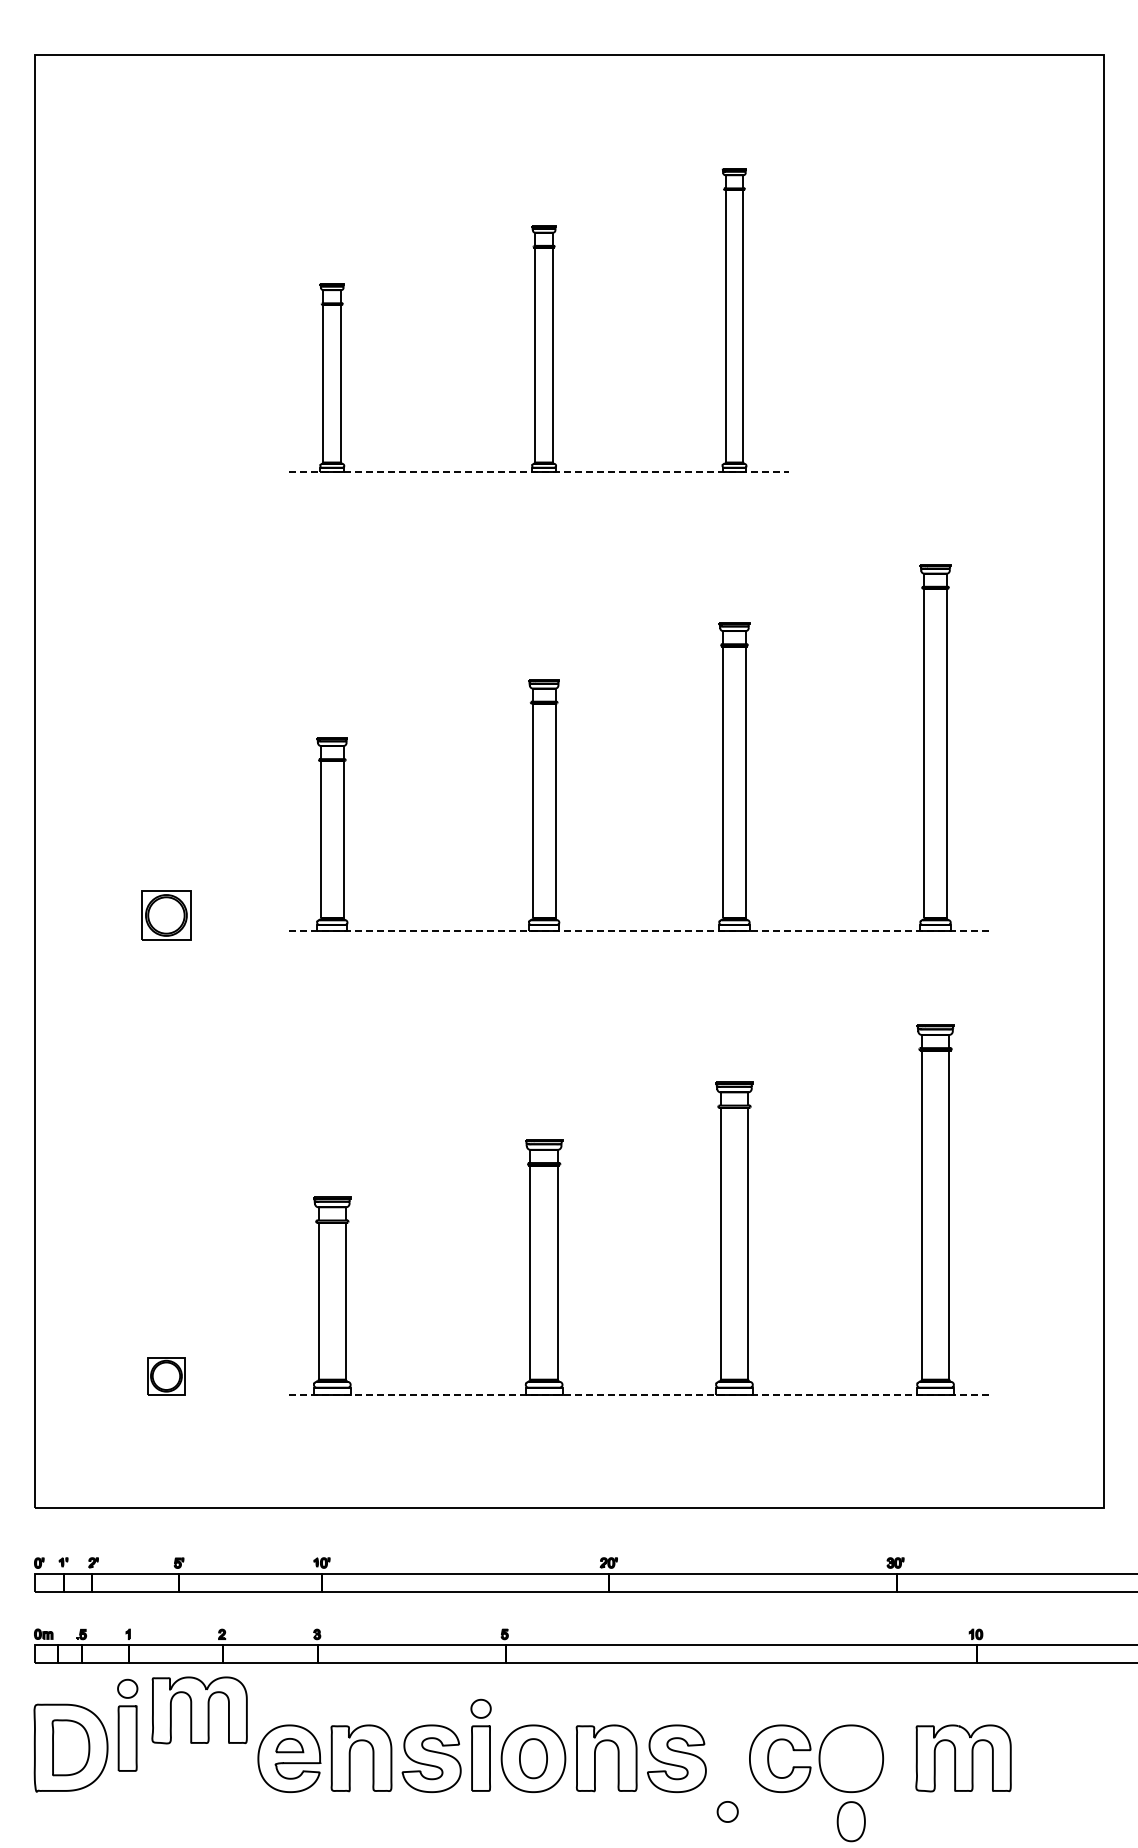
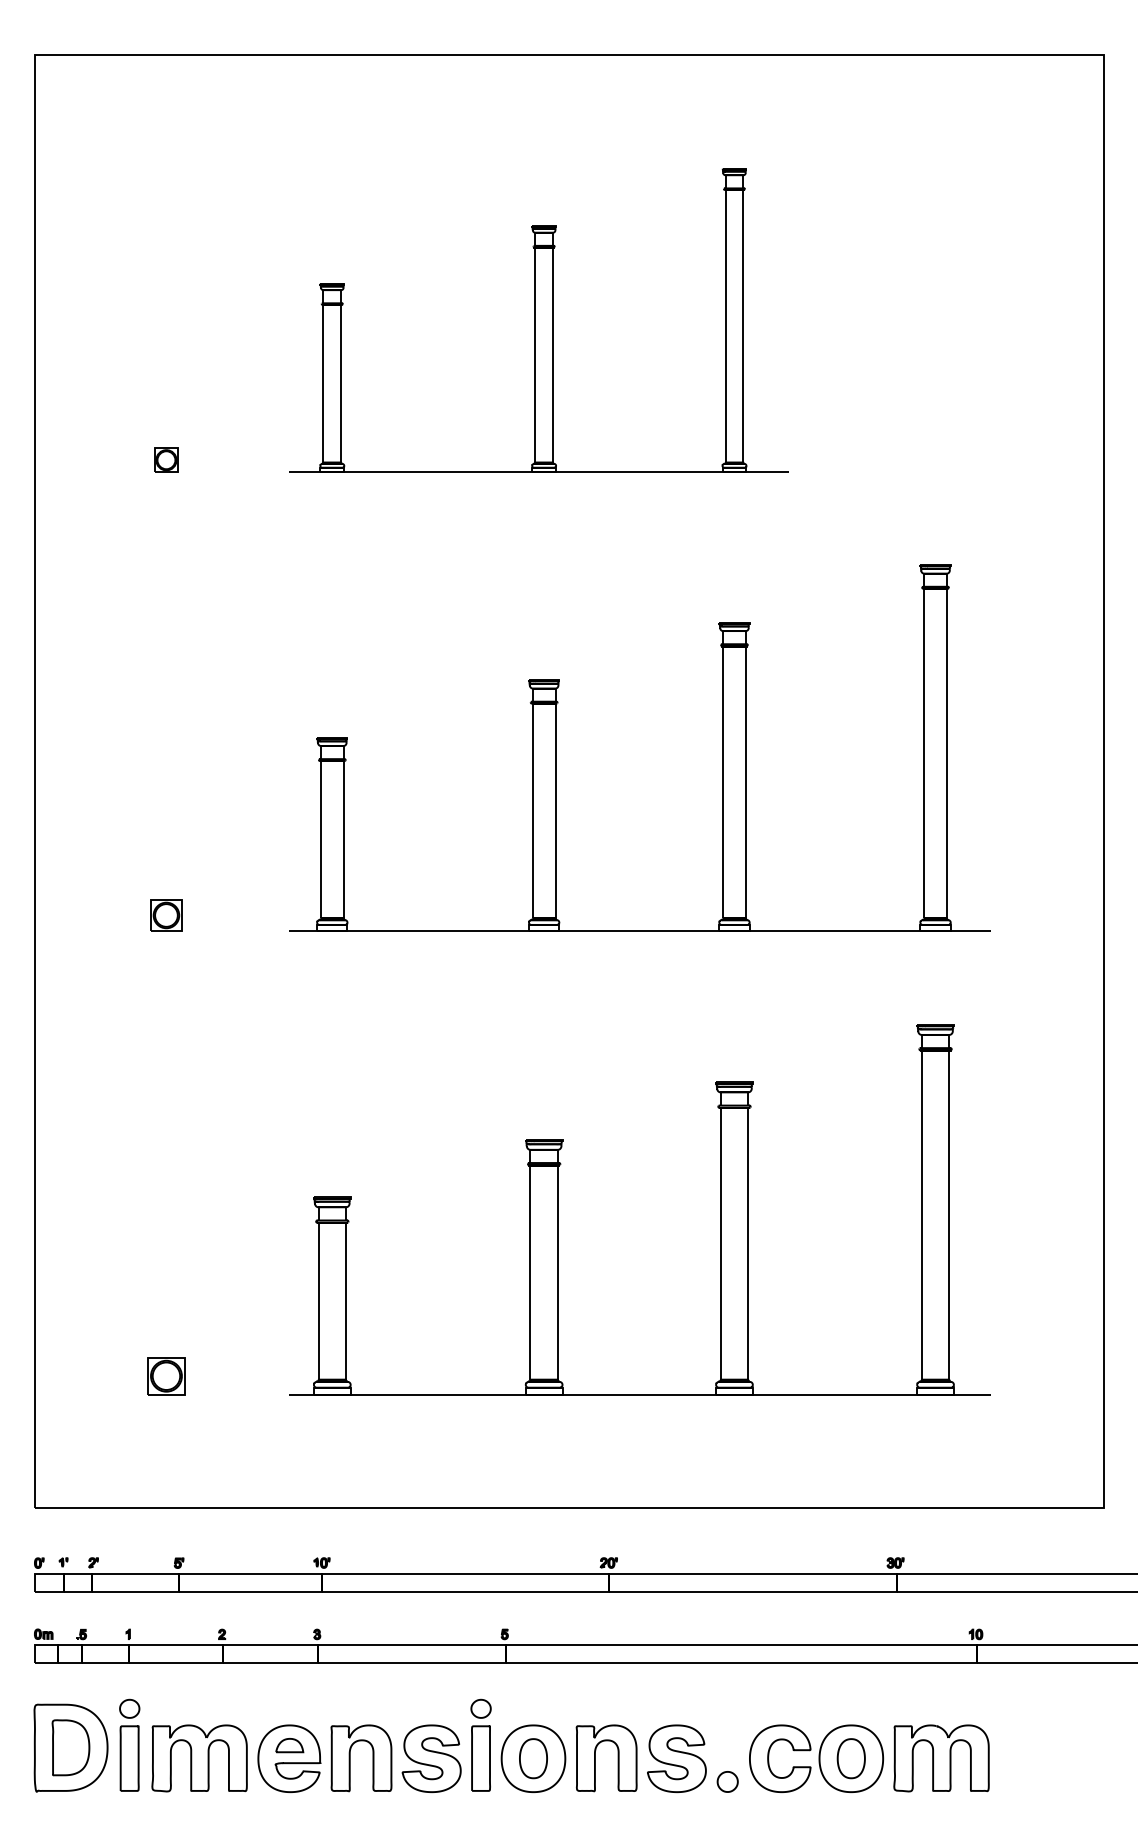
part at (166, 459): none -> present
line at (539, 472): dashed -> solid
part at (166, 915) size: 51x51 px -> 33x33 px
line at (639, 930): dashed -> solid
line at (639, 1394): dashed -> solid
part at (199, 1710) position: (199, 1710) -> (199, 1758)
part at (127, 1724) position: (127, 1724) -> (129, 1744)
part at (963, 1758) position: (963, 1758) -> (941, 1758)
part at (727, 1811) position: (727, 1811) -> (727, 1781)
part at (850, 1821) position: (850, 1821) -> (850, 1758)
